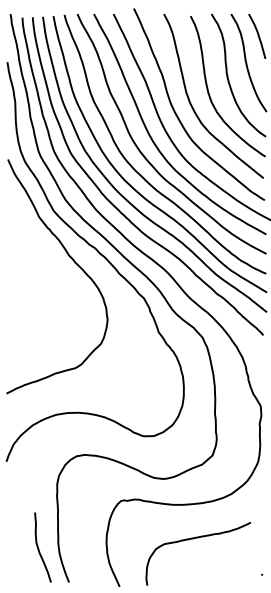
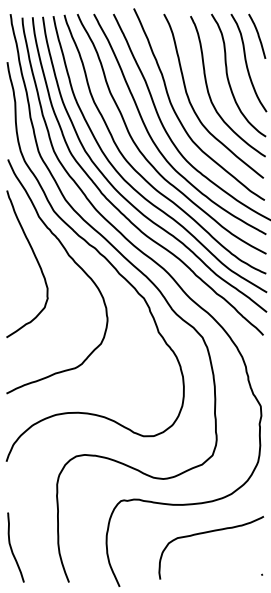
curve at (35, 259): none -> present
curve at (193, 539) position: (193, 539) -> (206, 533)
curve at (39, 548) position: (39, 548) -> (12, 548)
